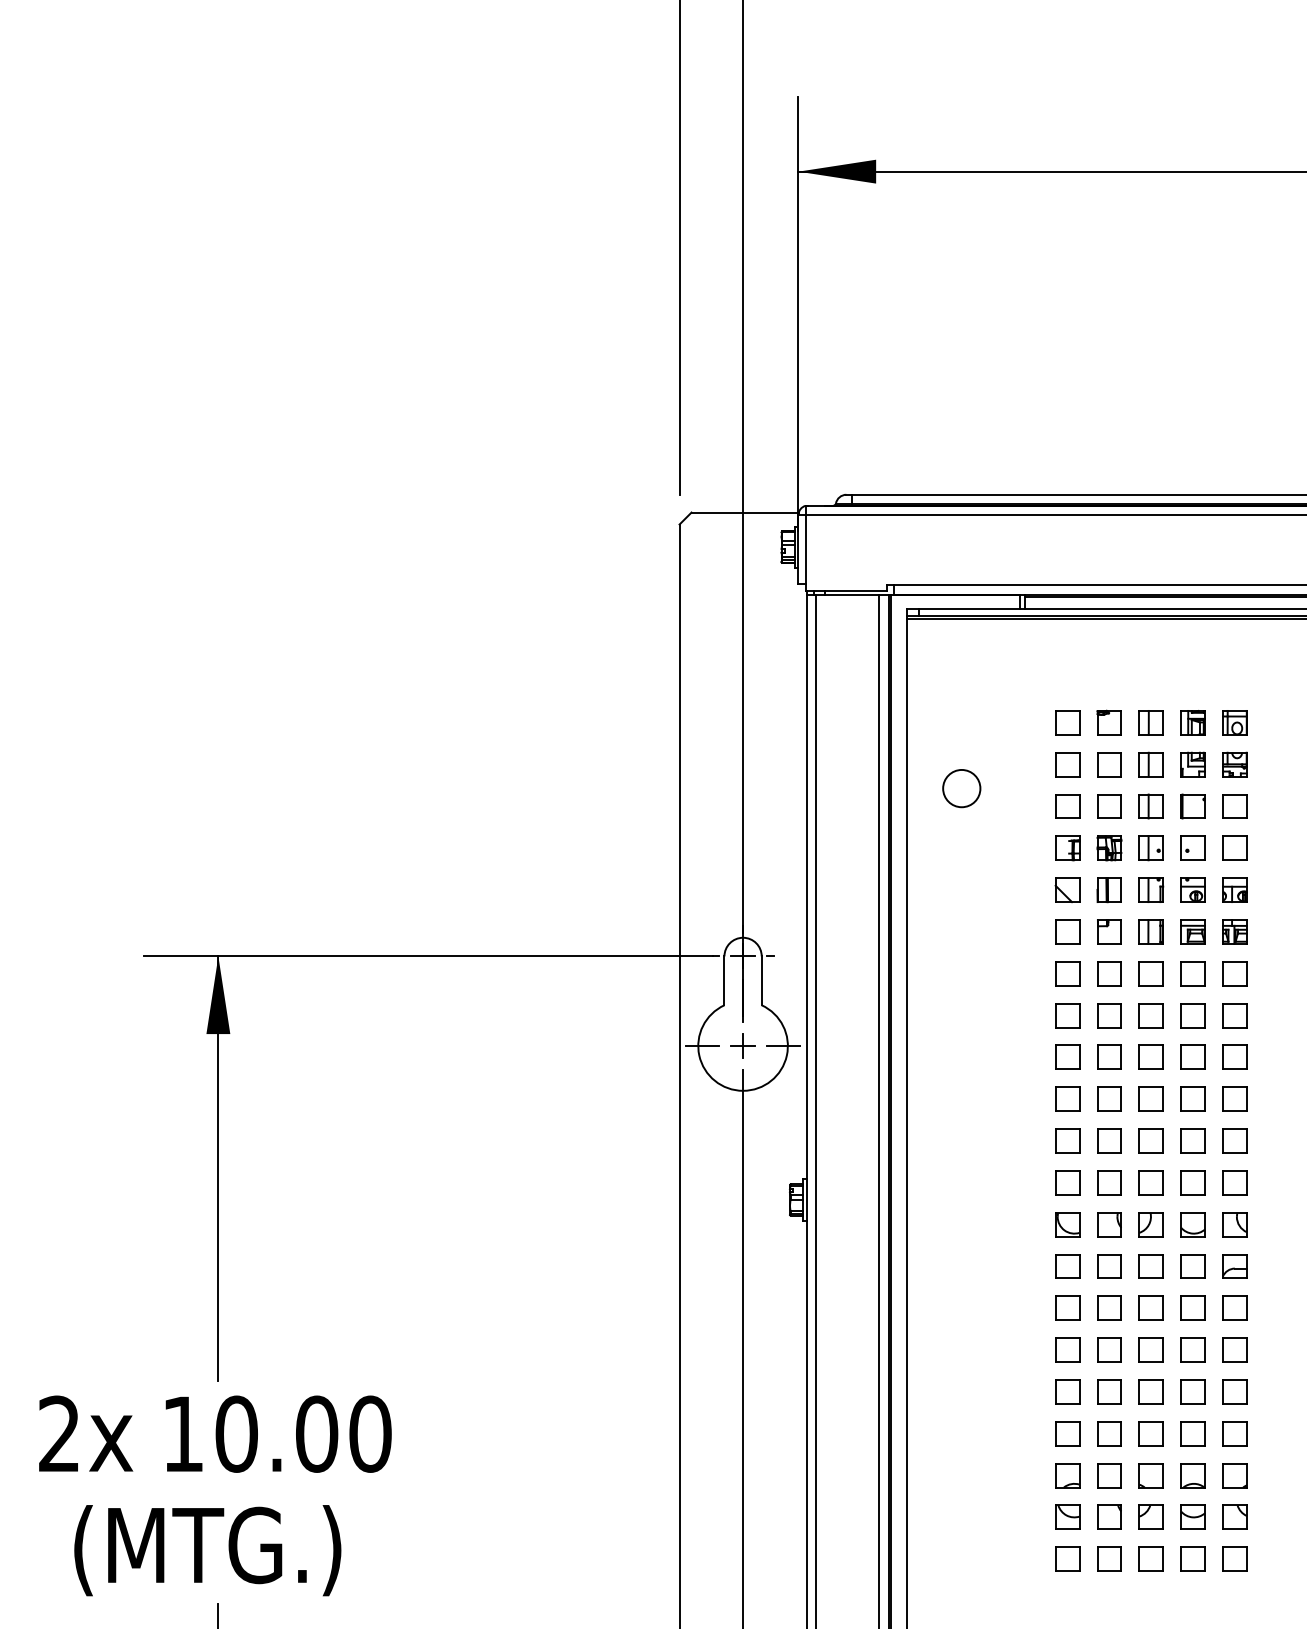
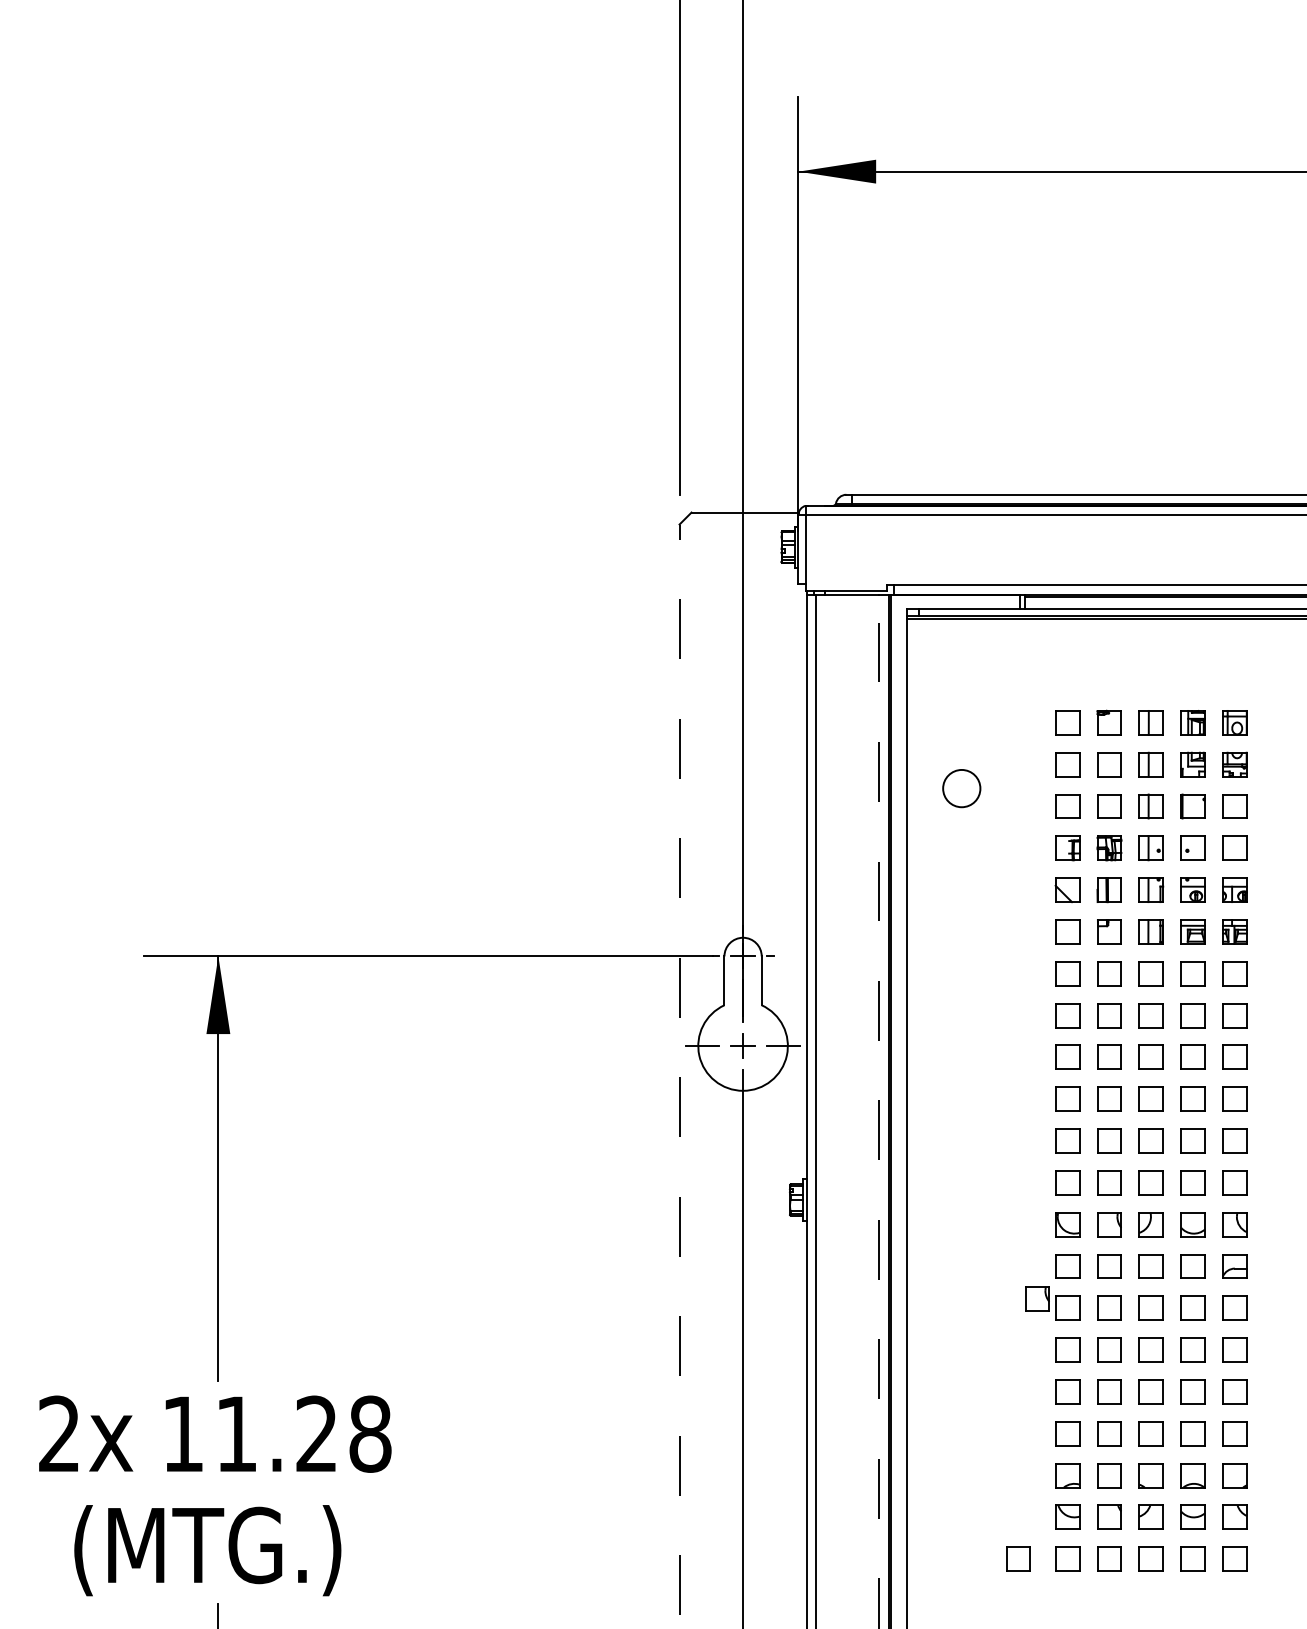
line at (679, 1076): solid -> dashed
line at (879, 1111): solid -> dashed
part at (1037, 1298): none -> present
text at (303, 1433): 10.00 -> 11.28
part at (1018, 1558): none -> present
